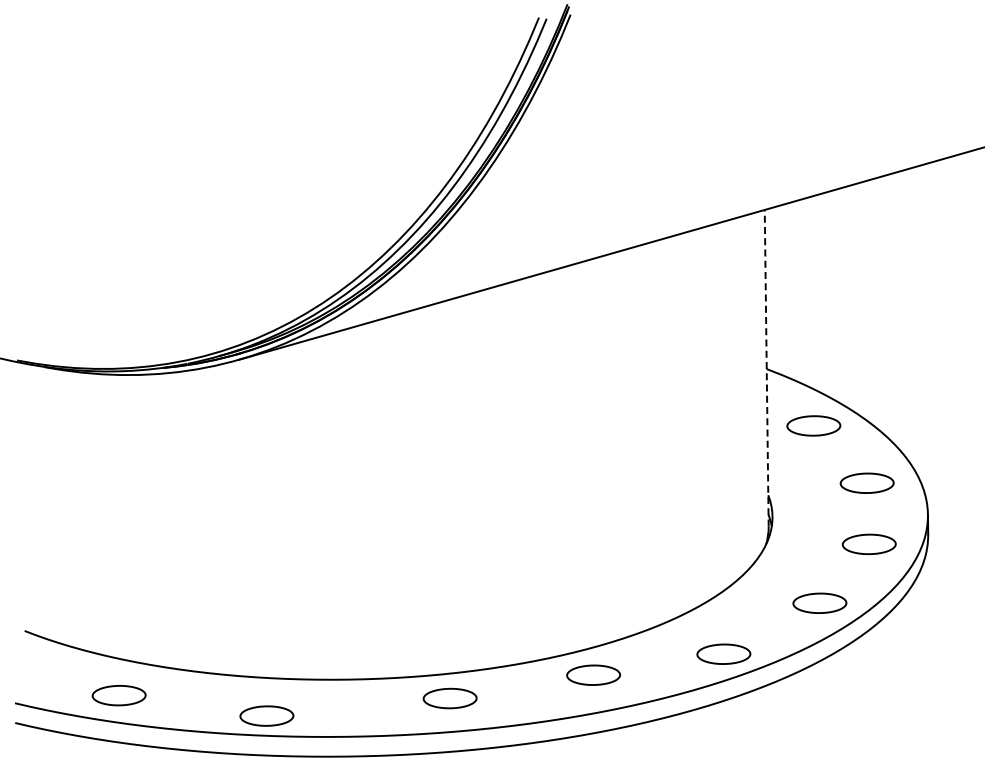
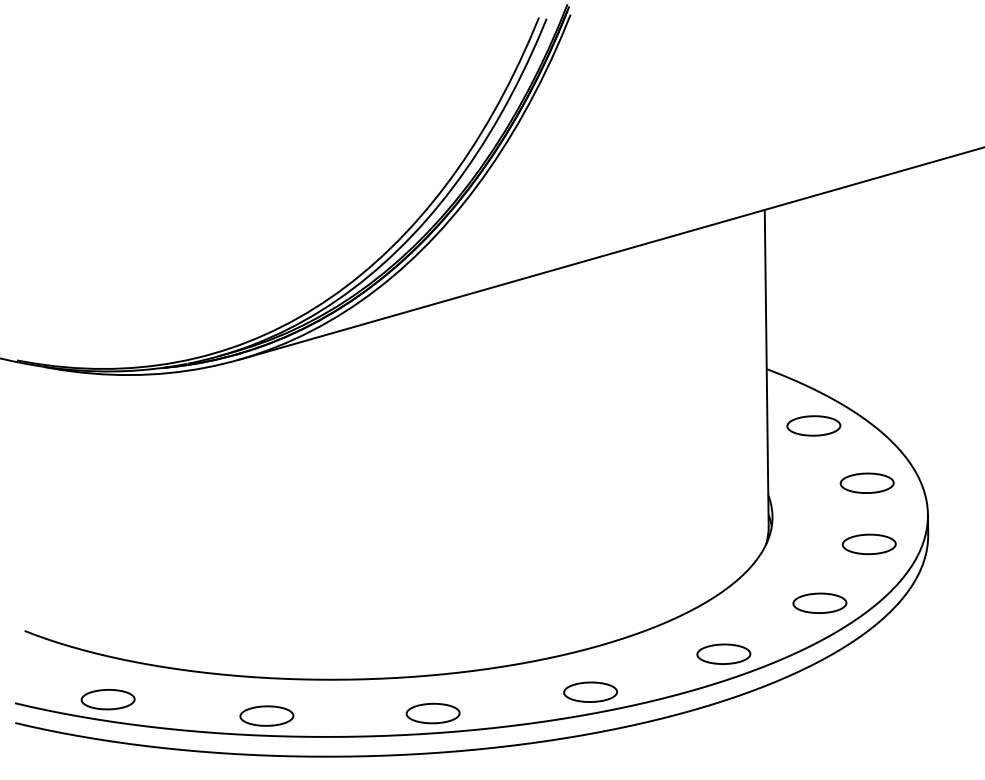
line at (766, 367): dashed -> solid
part at (593, 674) position: (593, 674) -> (590, 691)
part at (118, 695) position: (118, 695) -> (107, 699)
part at (449, 698) position: (449, 698) -> (432, 713)
